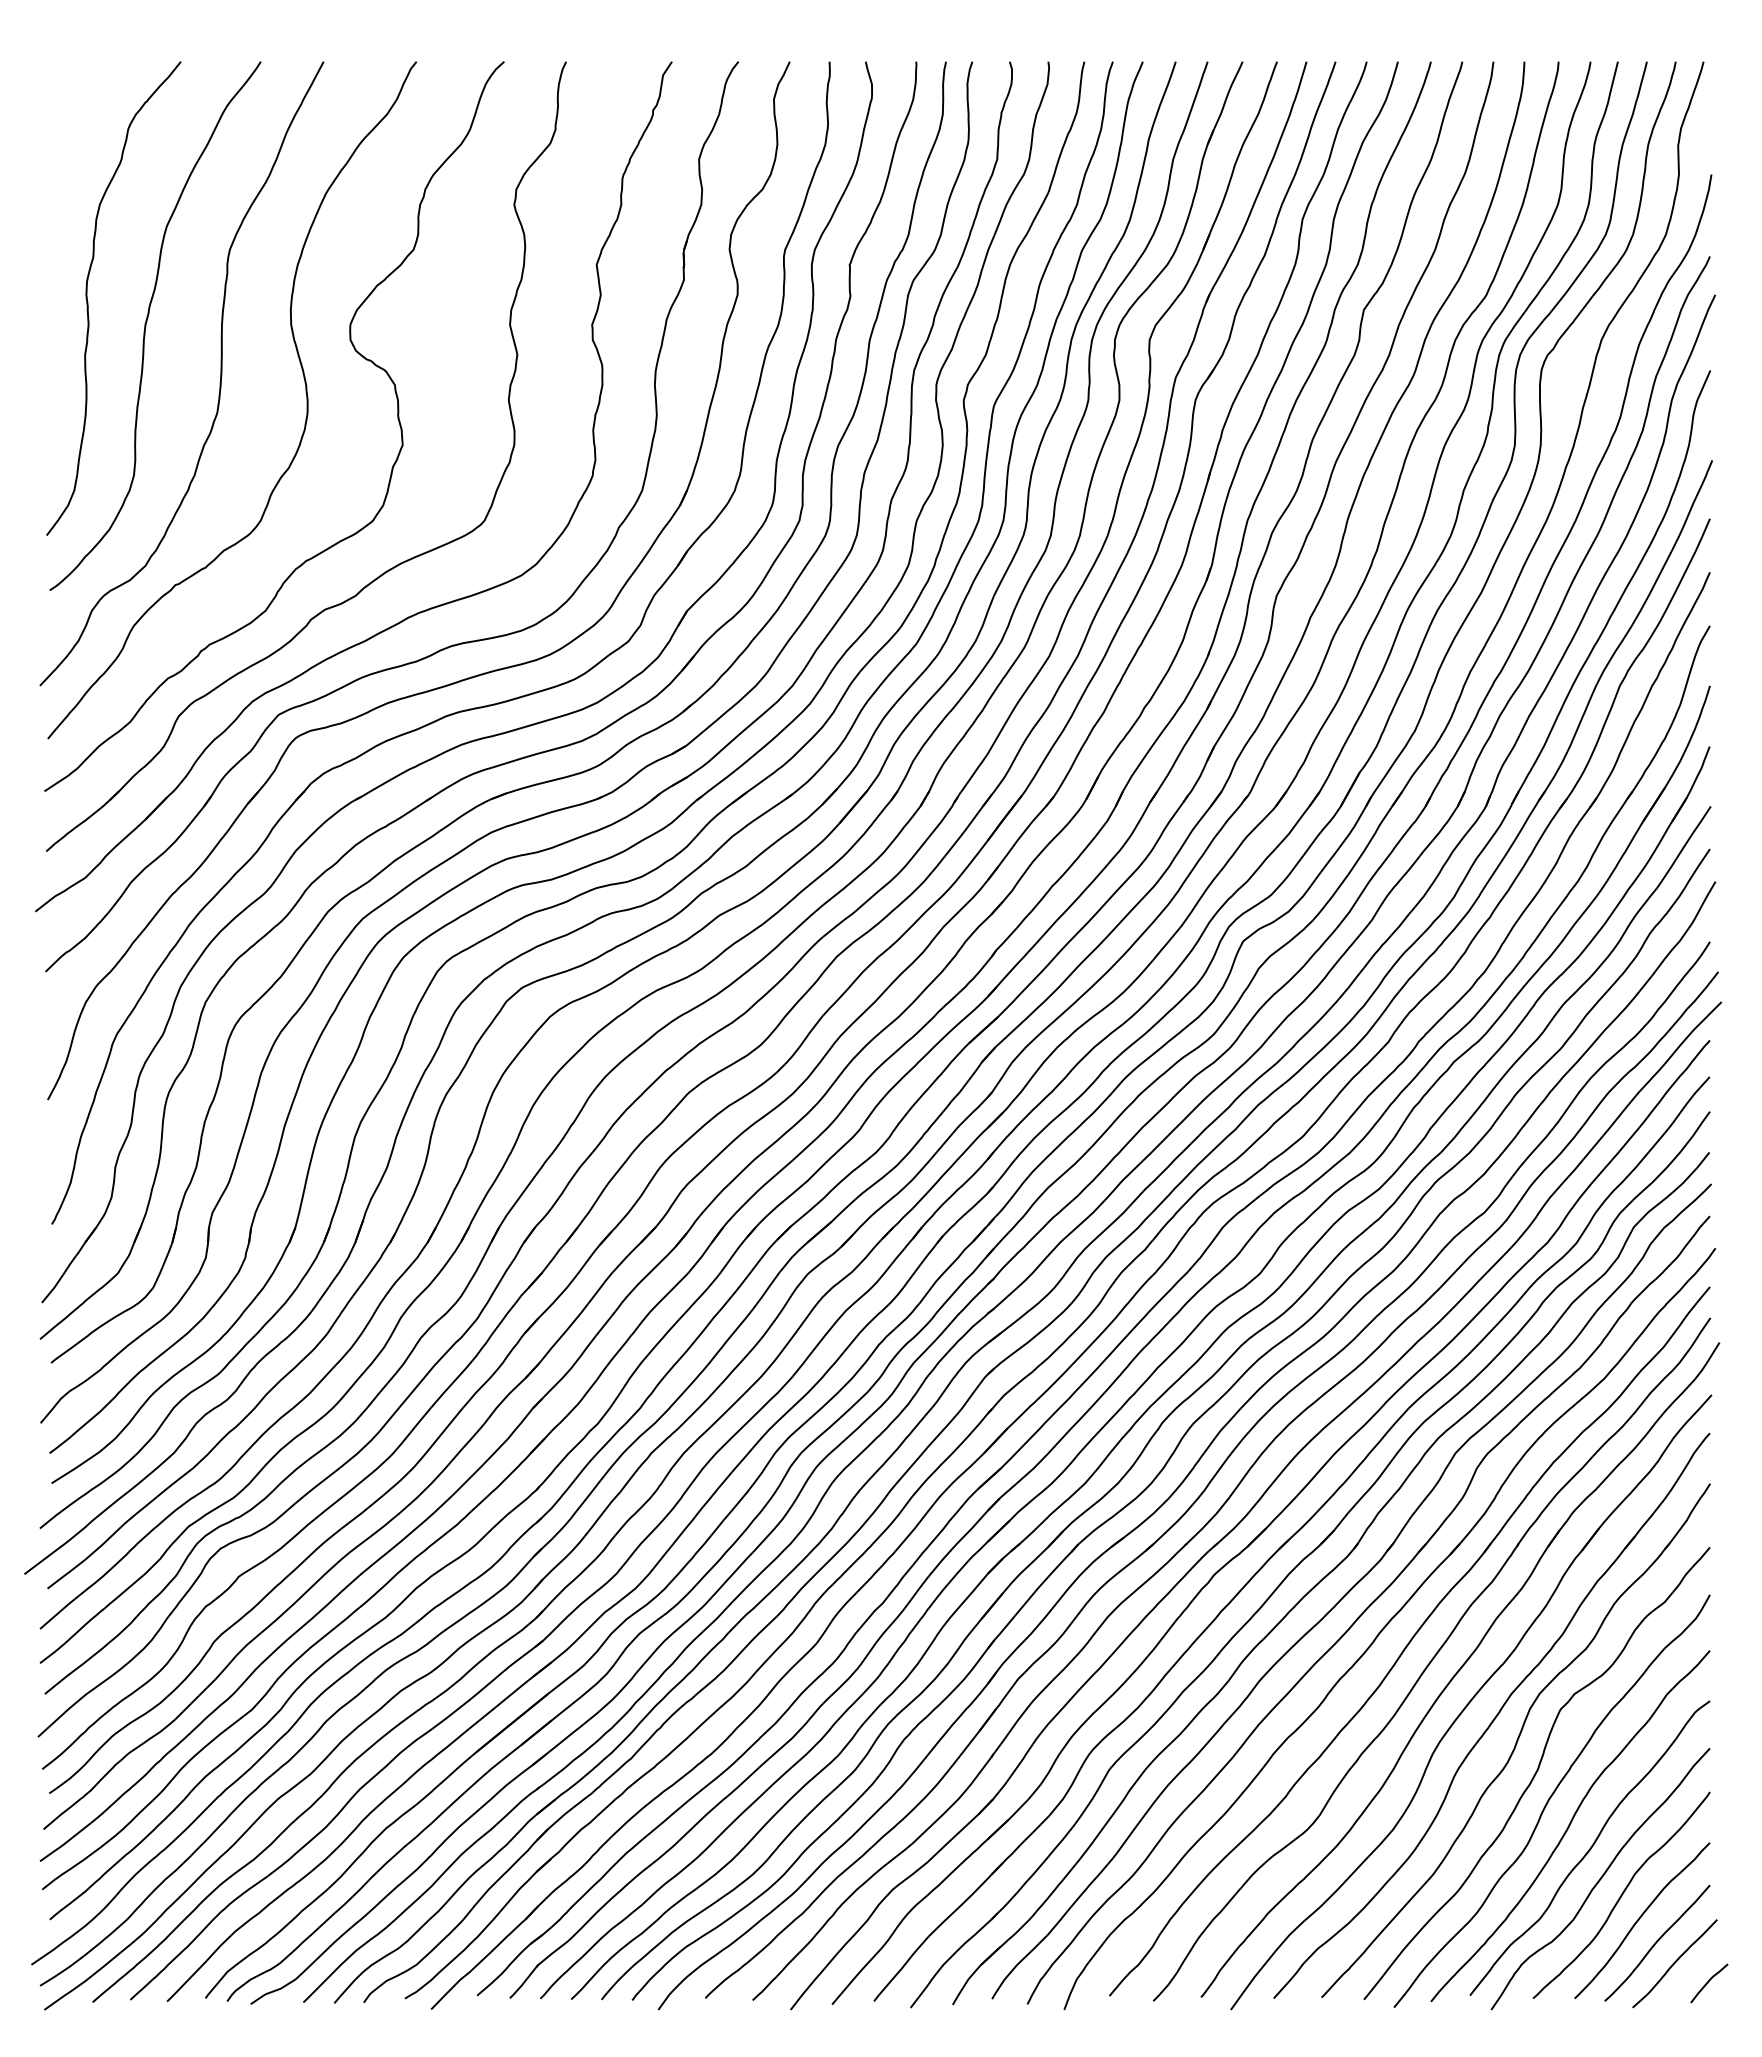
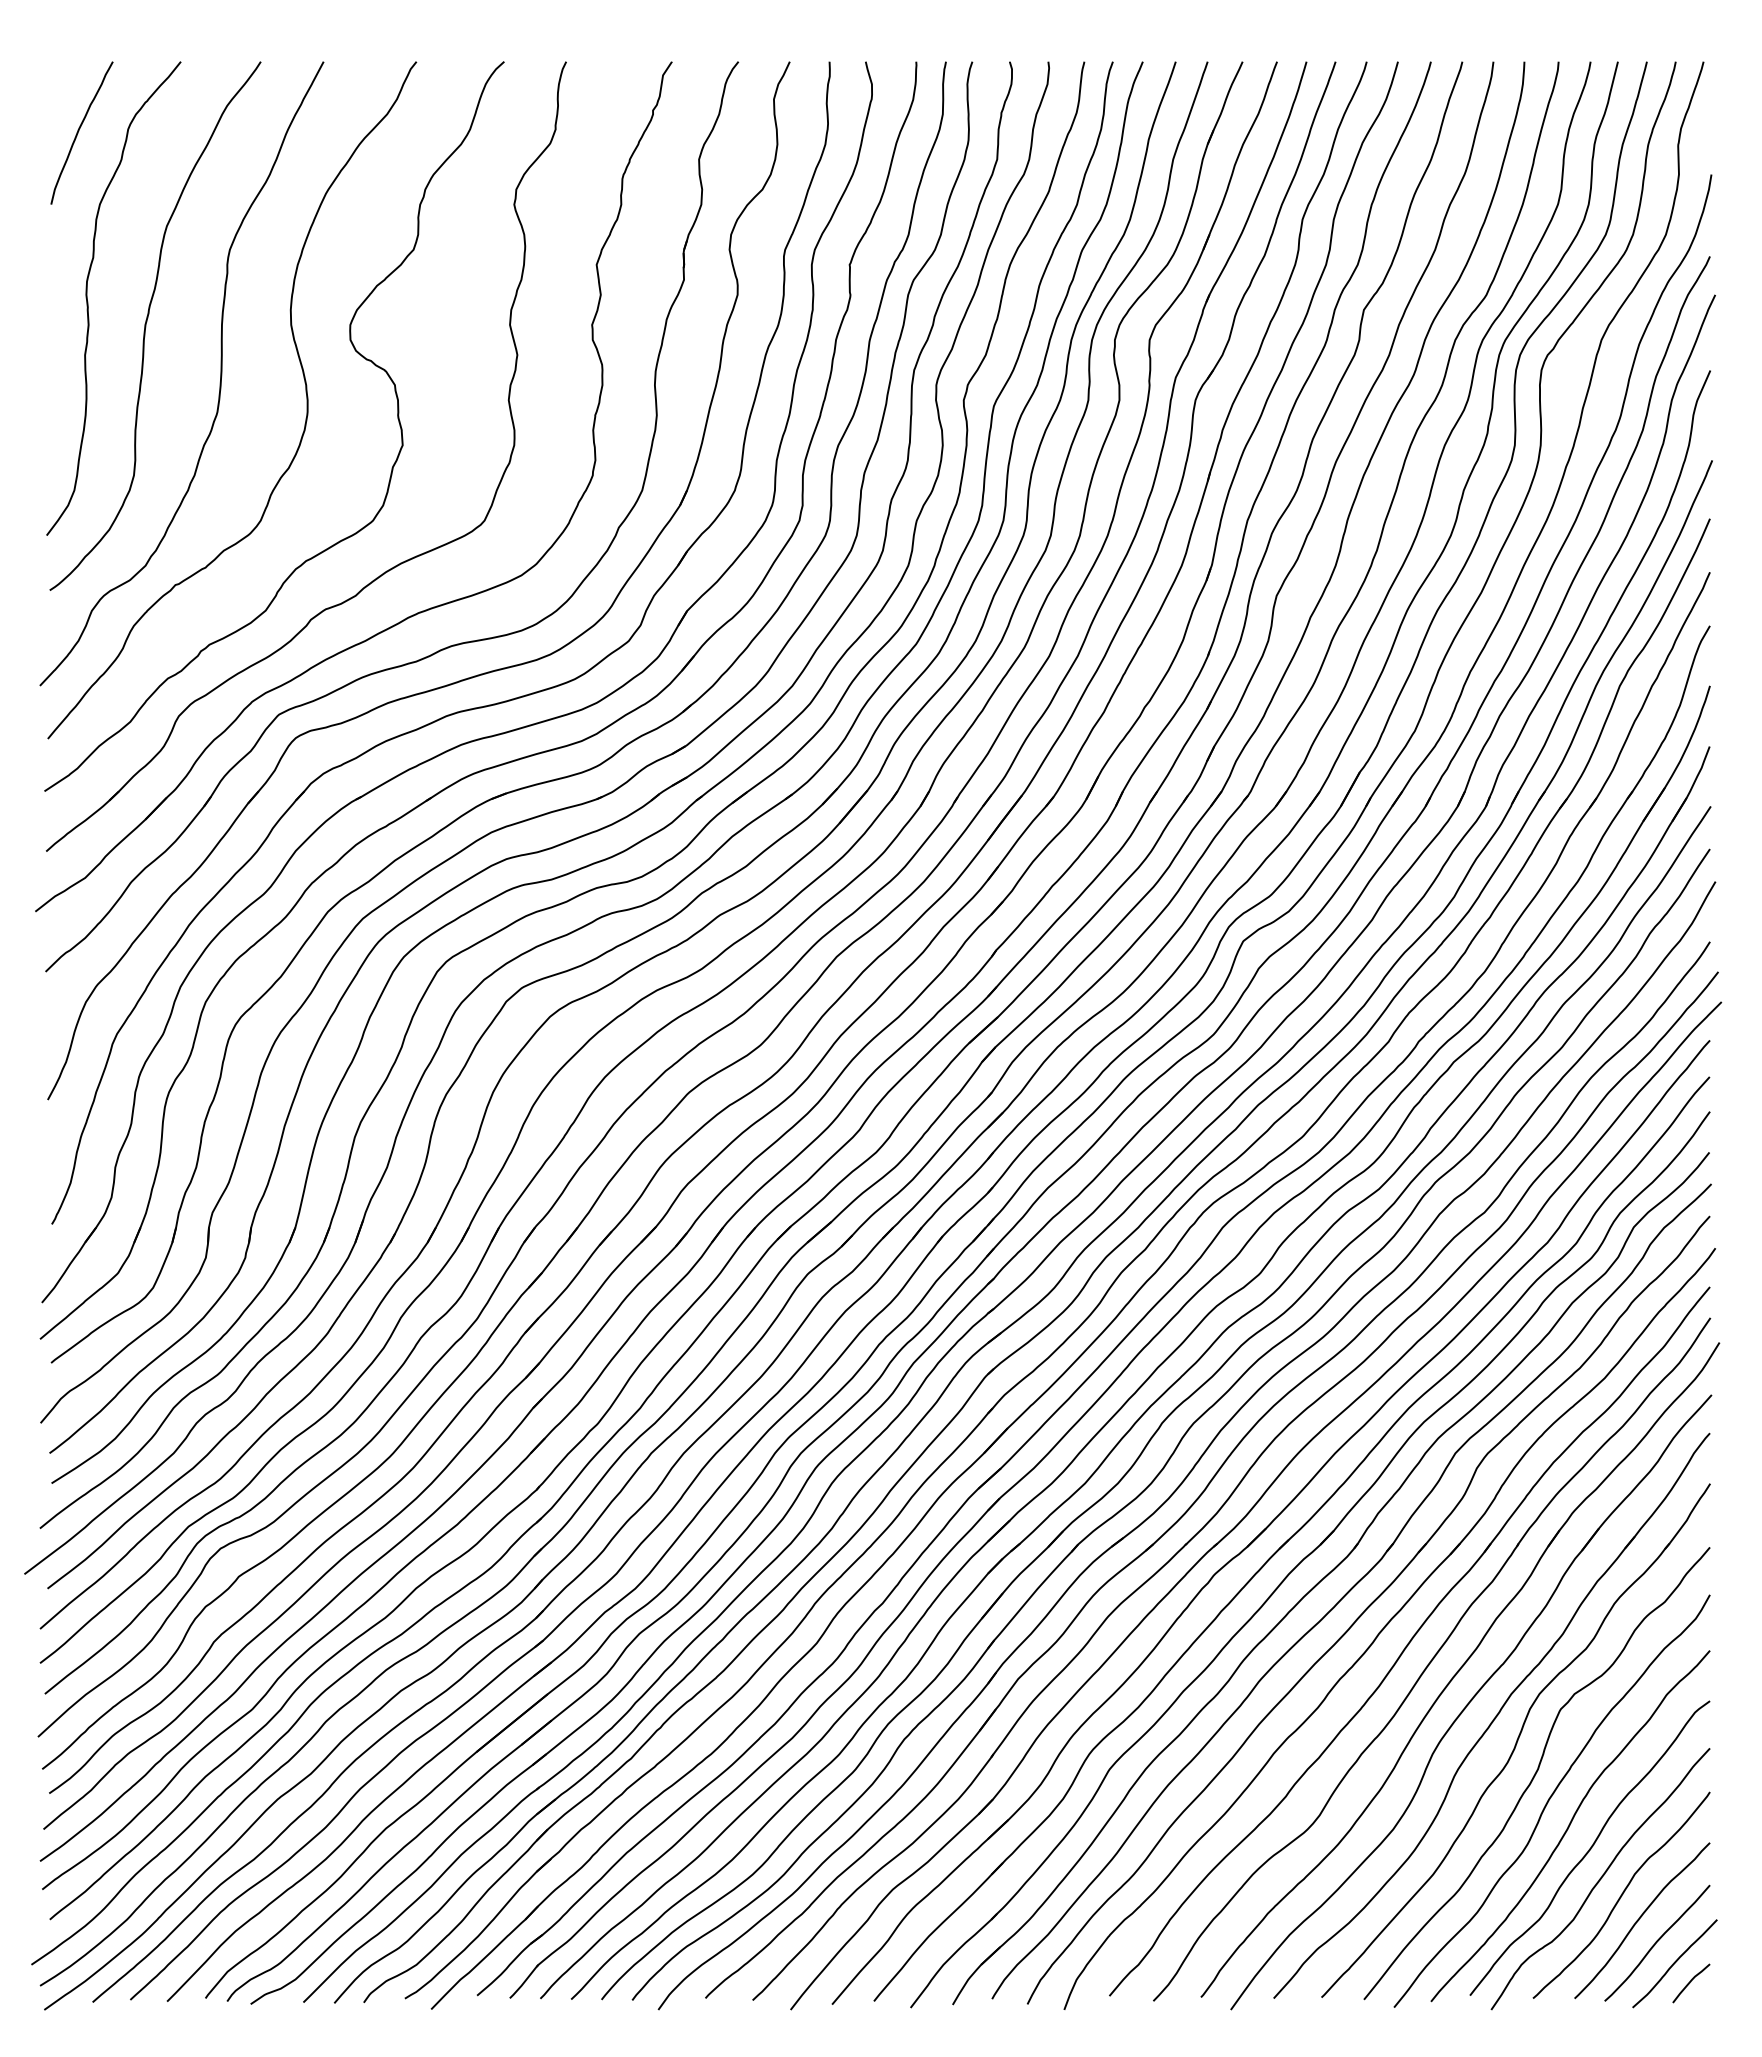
curve at (79, 131): none -> present
curve at (1708, 1983) position: (1708, 1983) -> (1690, 1983)
